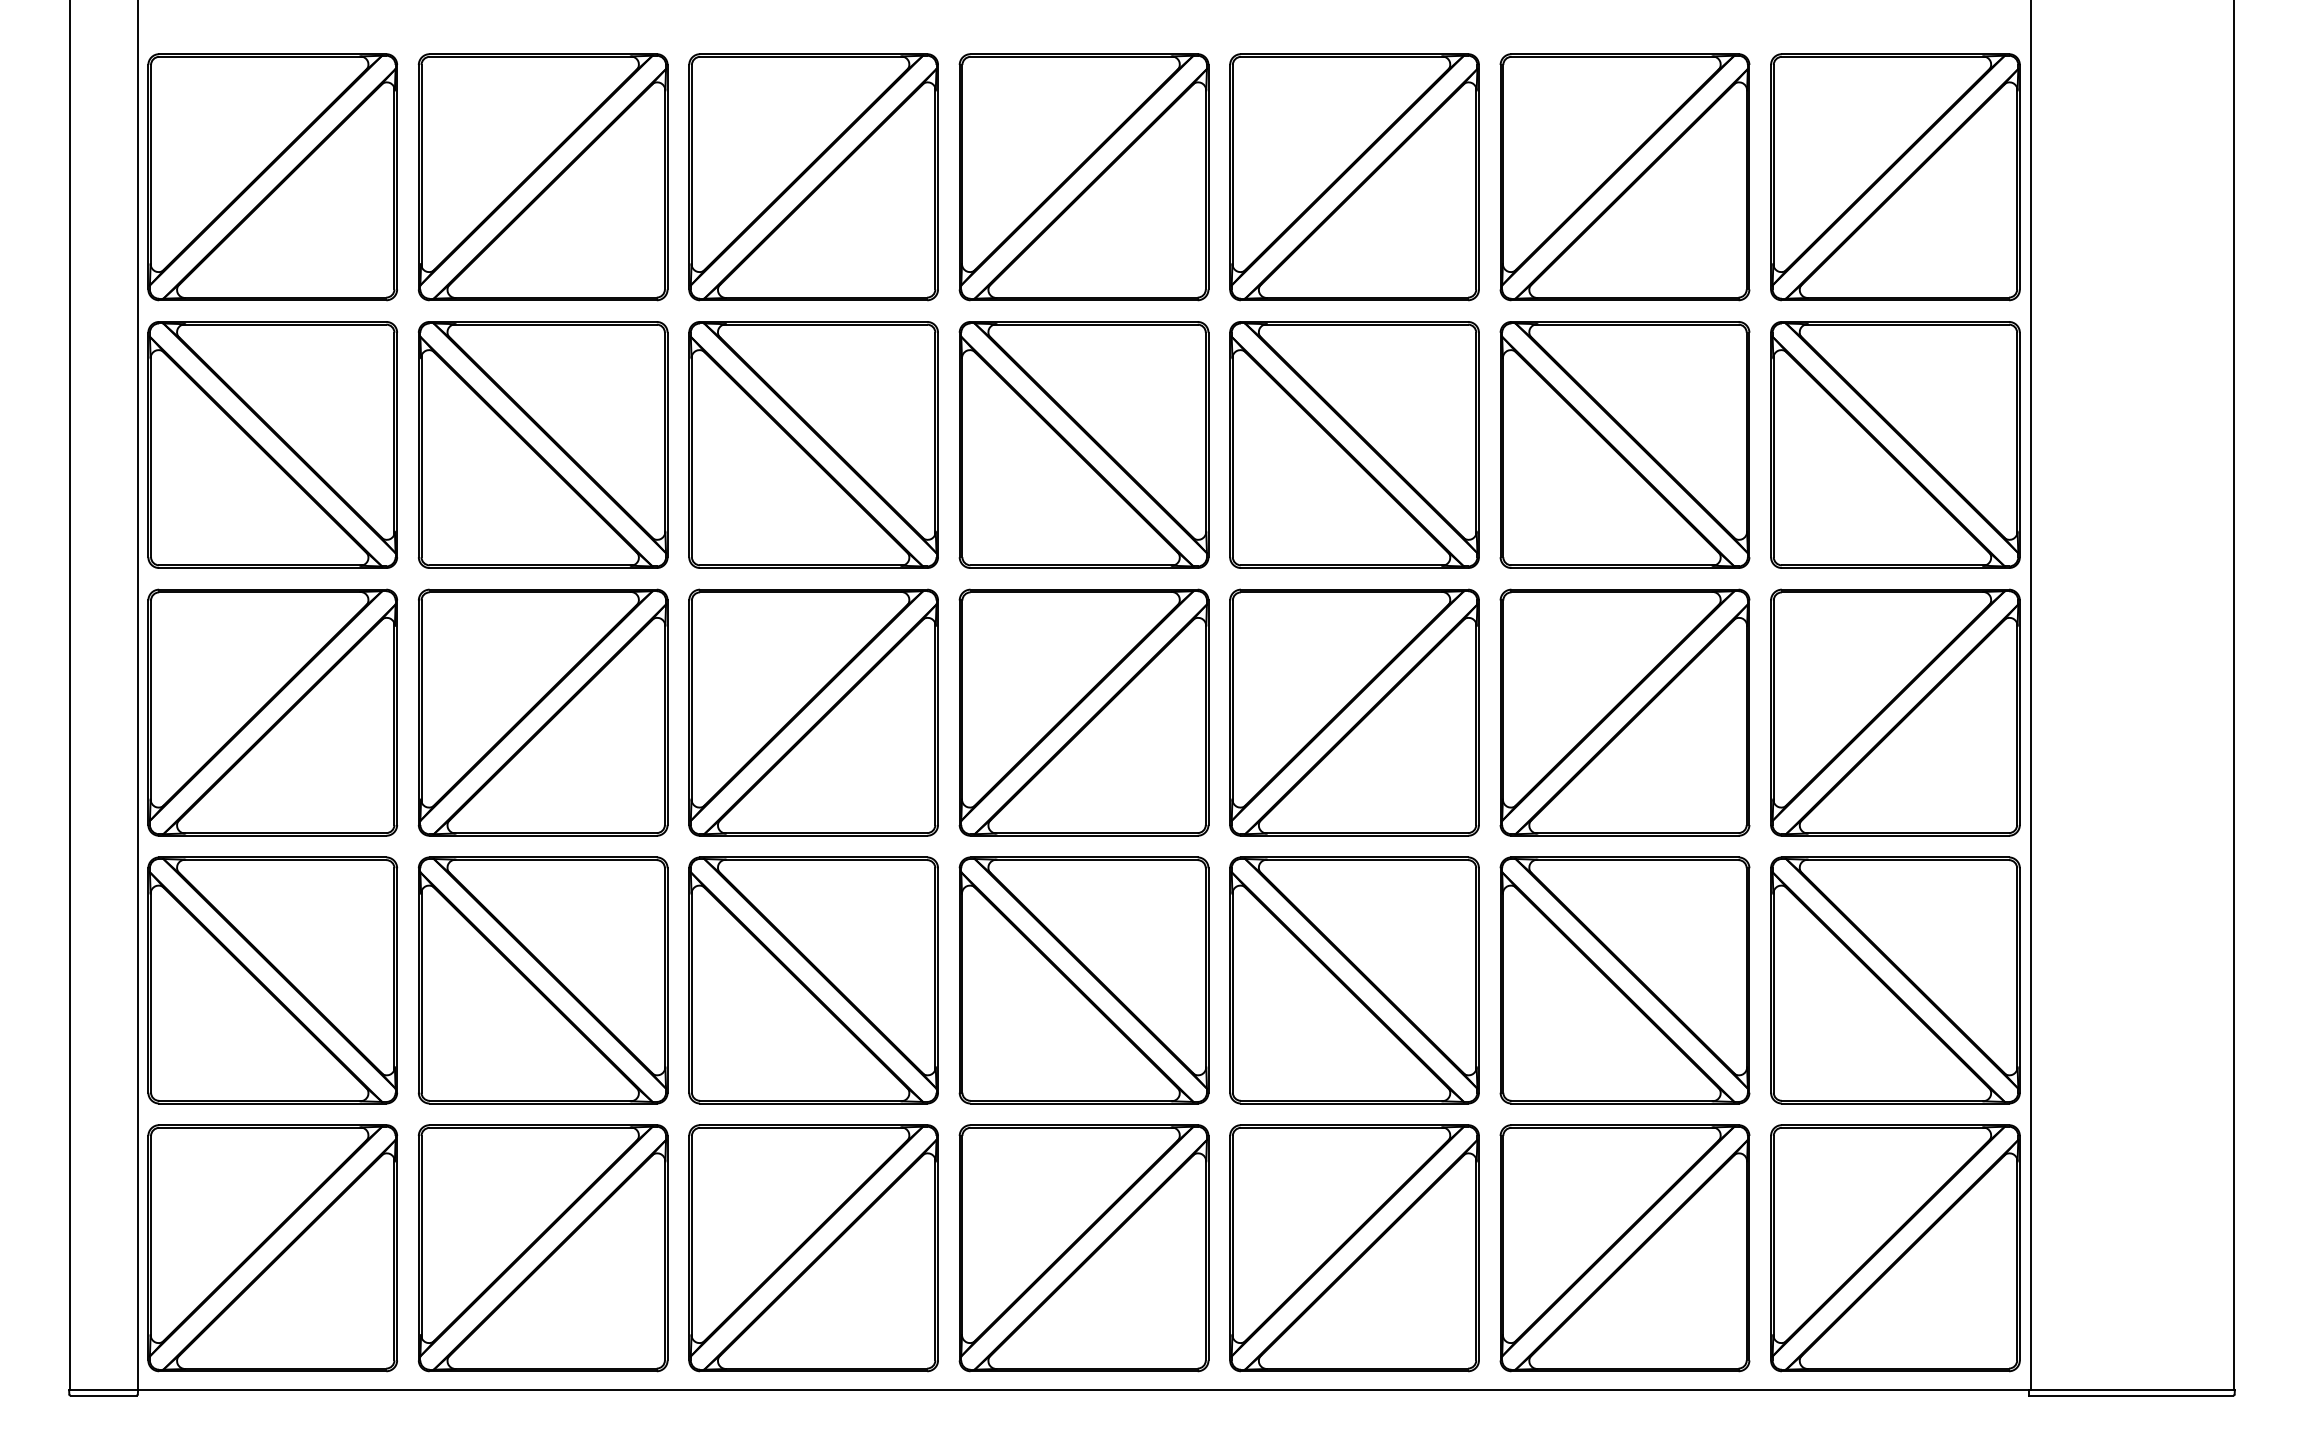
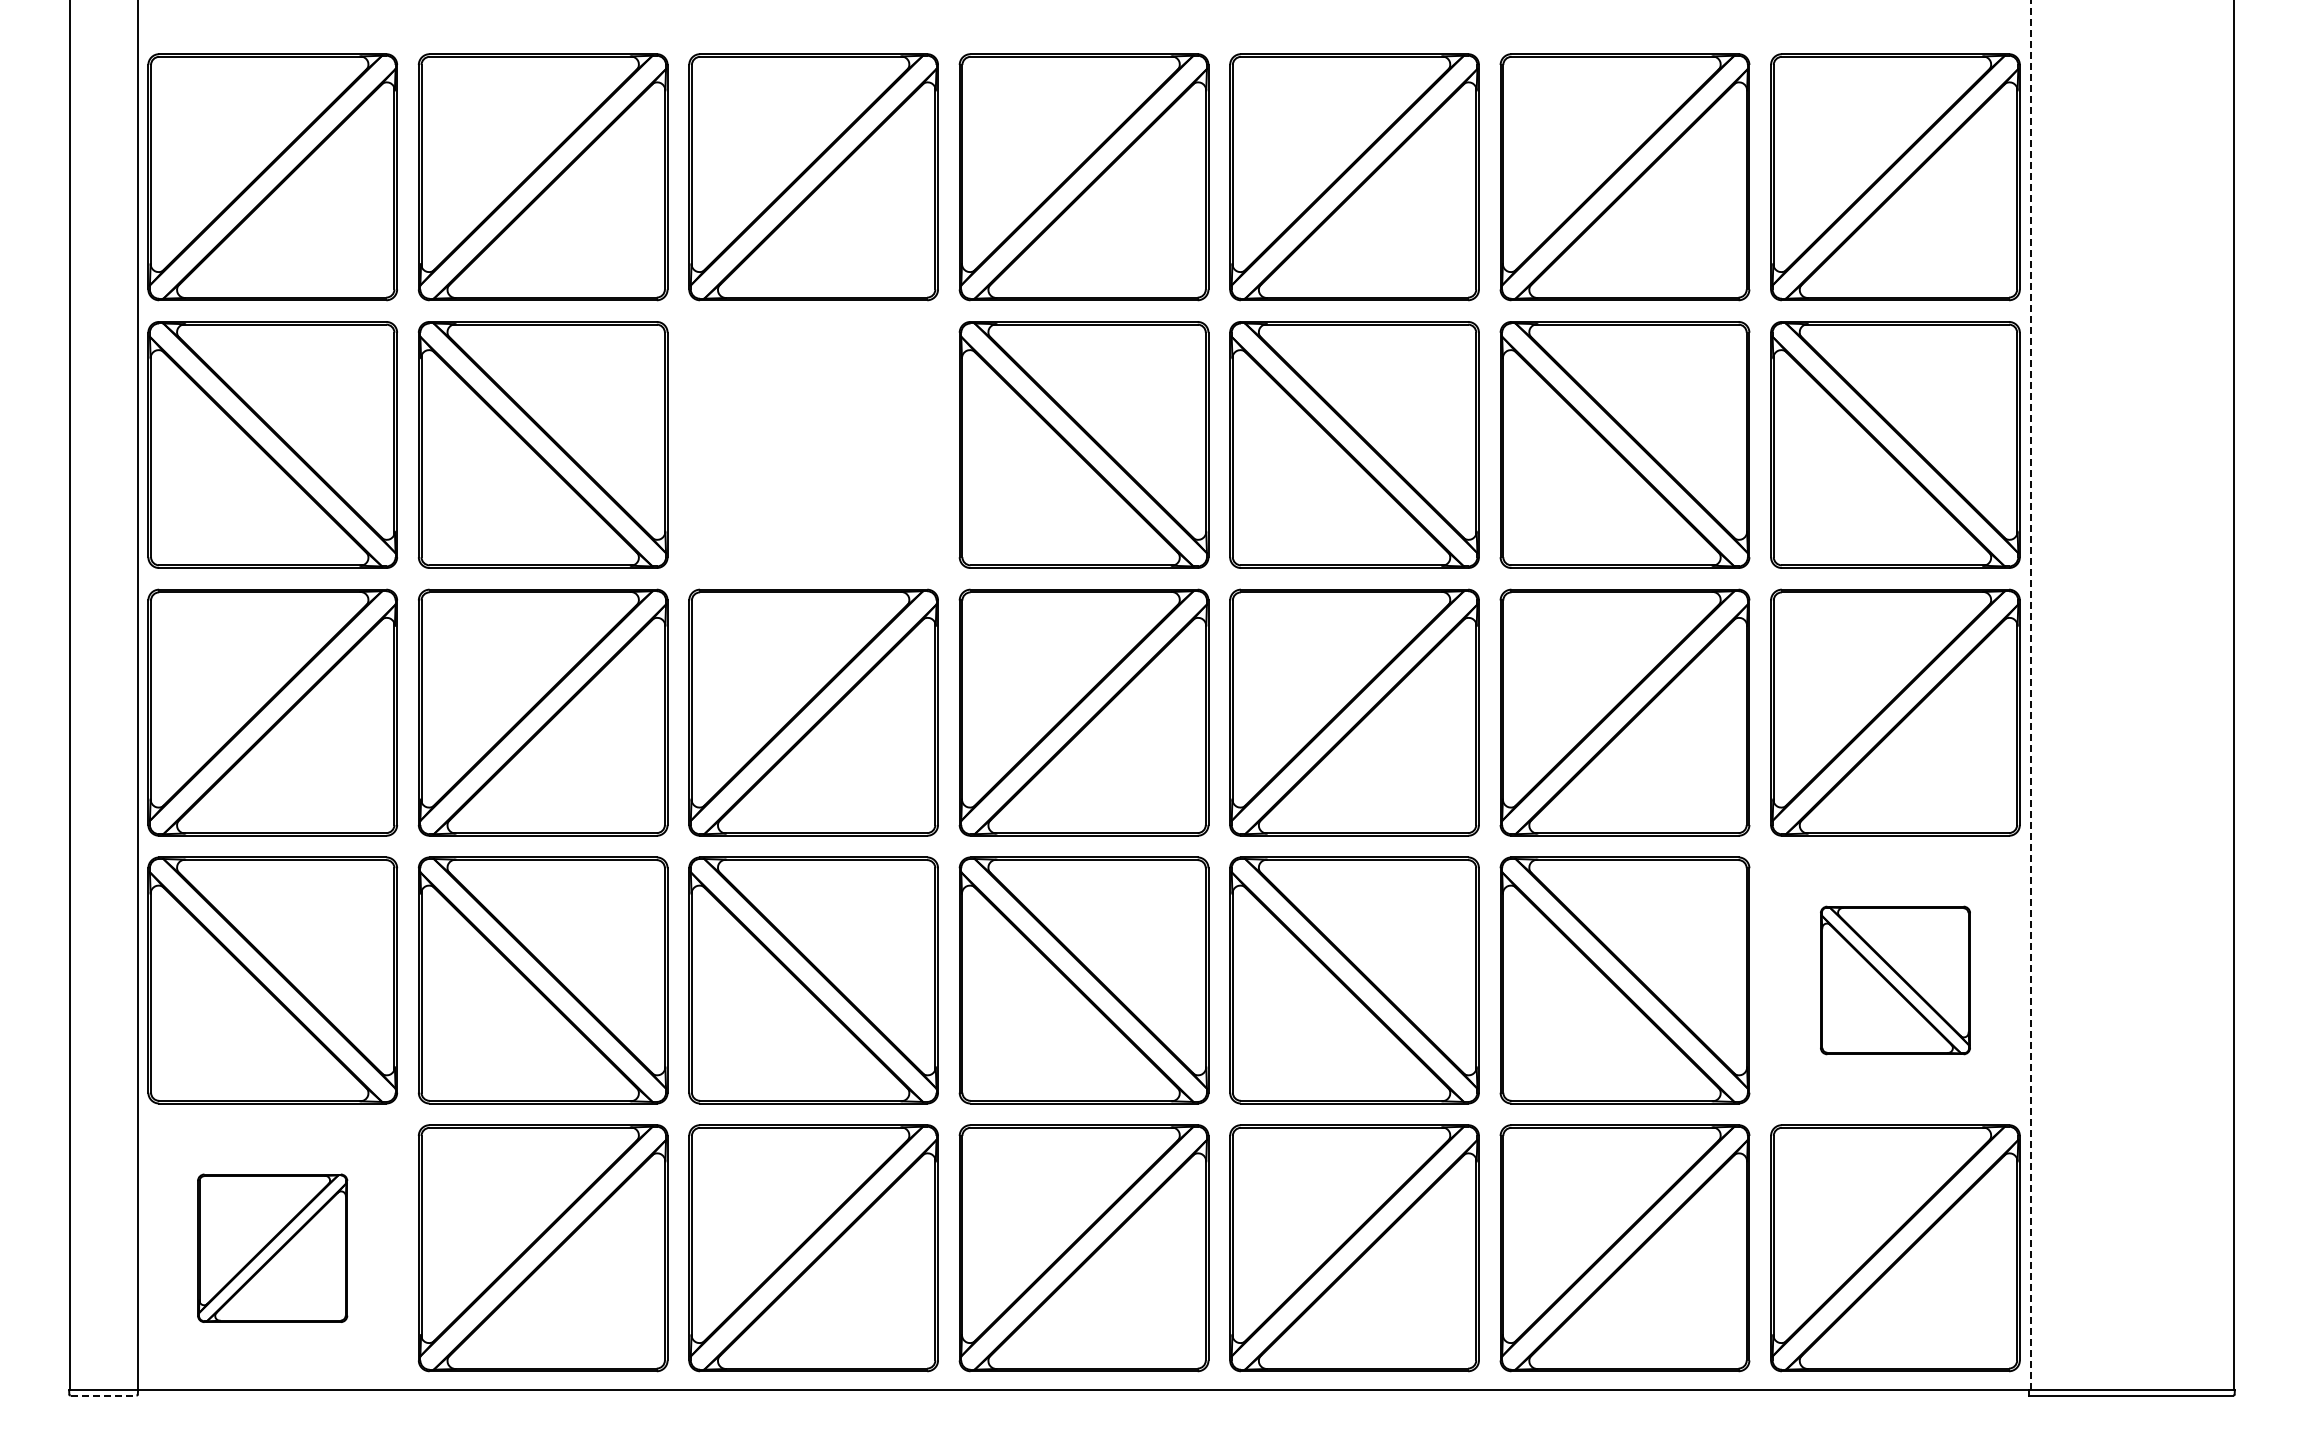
part at (813, 444): present -> none
line at (2030, 695): solid -> dashed
part at (1895, 980) size: 251x249 px -> 151x151 px
part at (272, 1248) size: 251x249 px -> 152x150 px
line at (103, 1395): solid -> dashed
